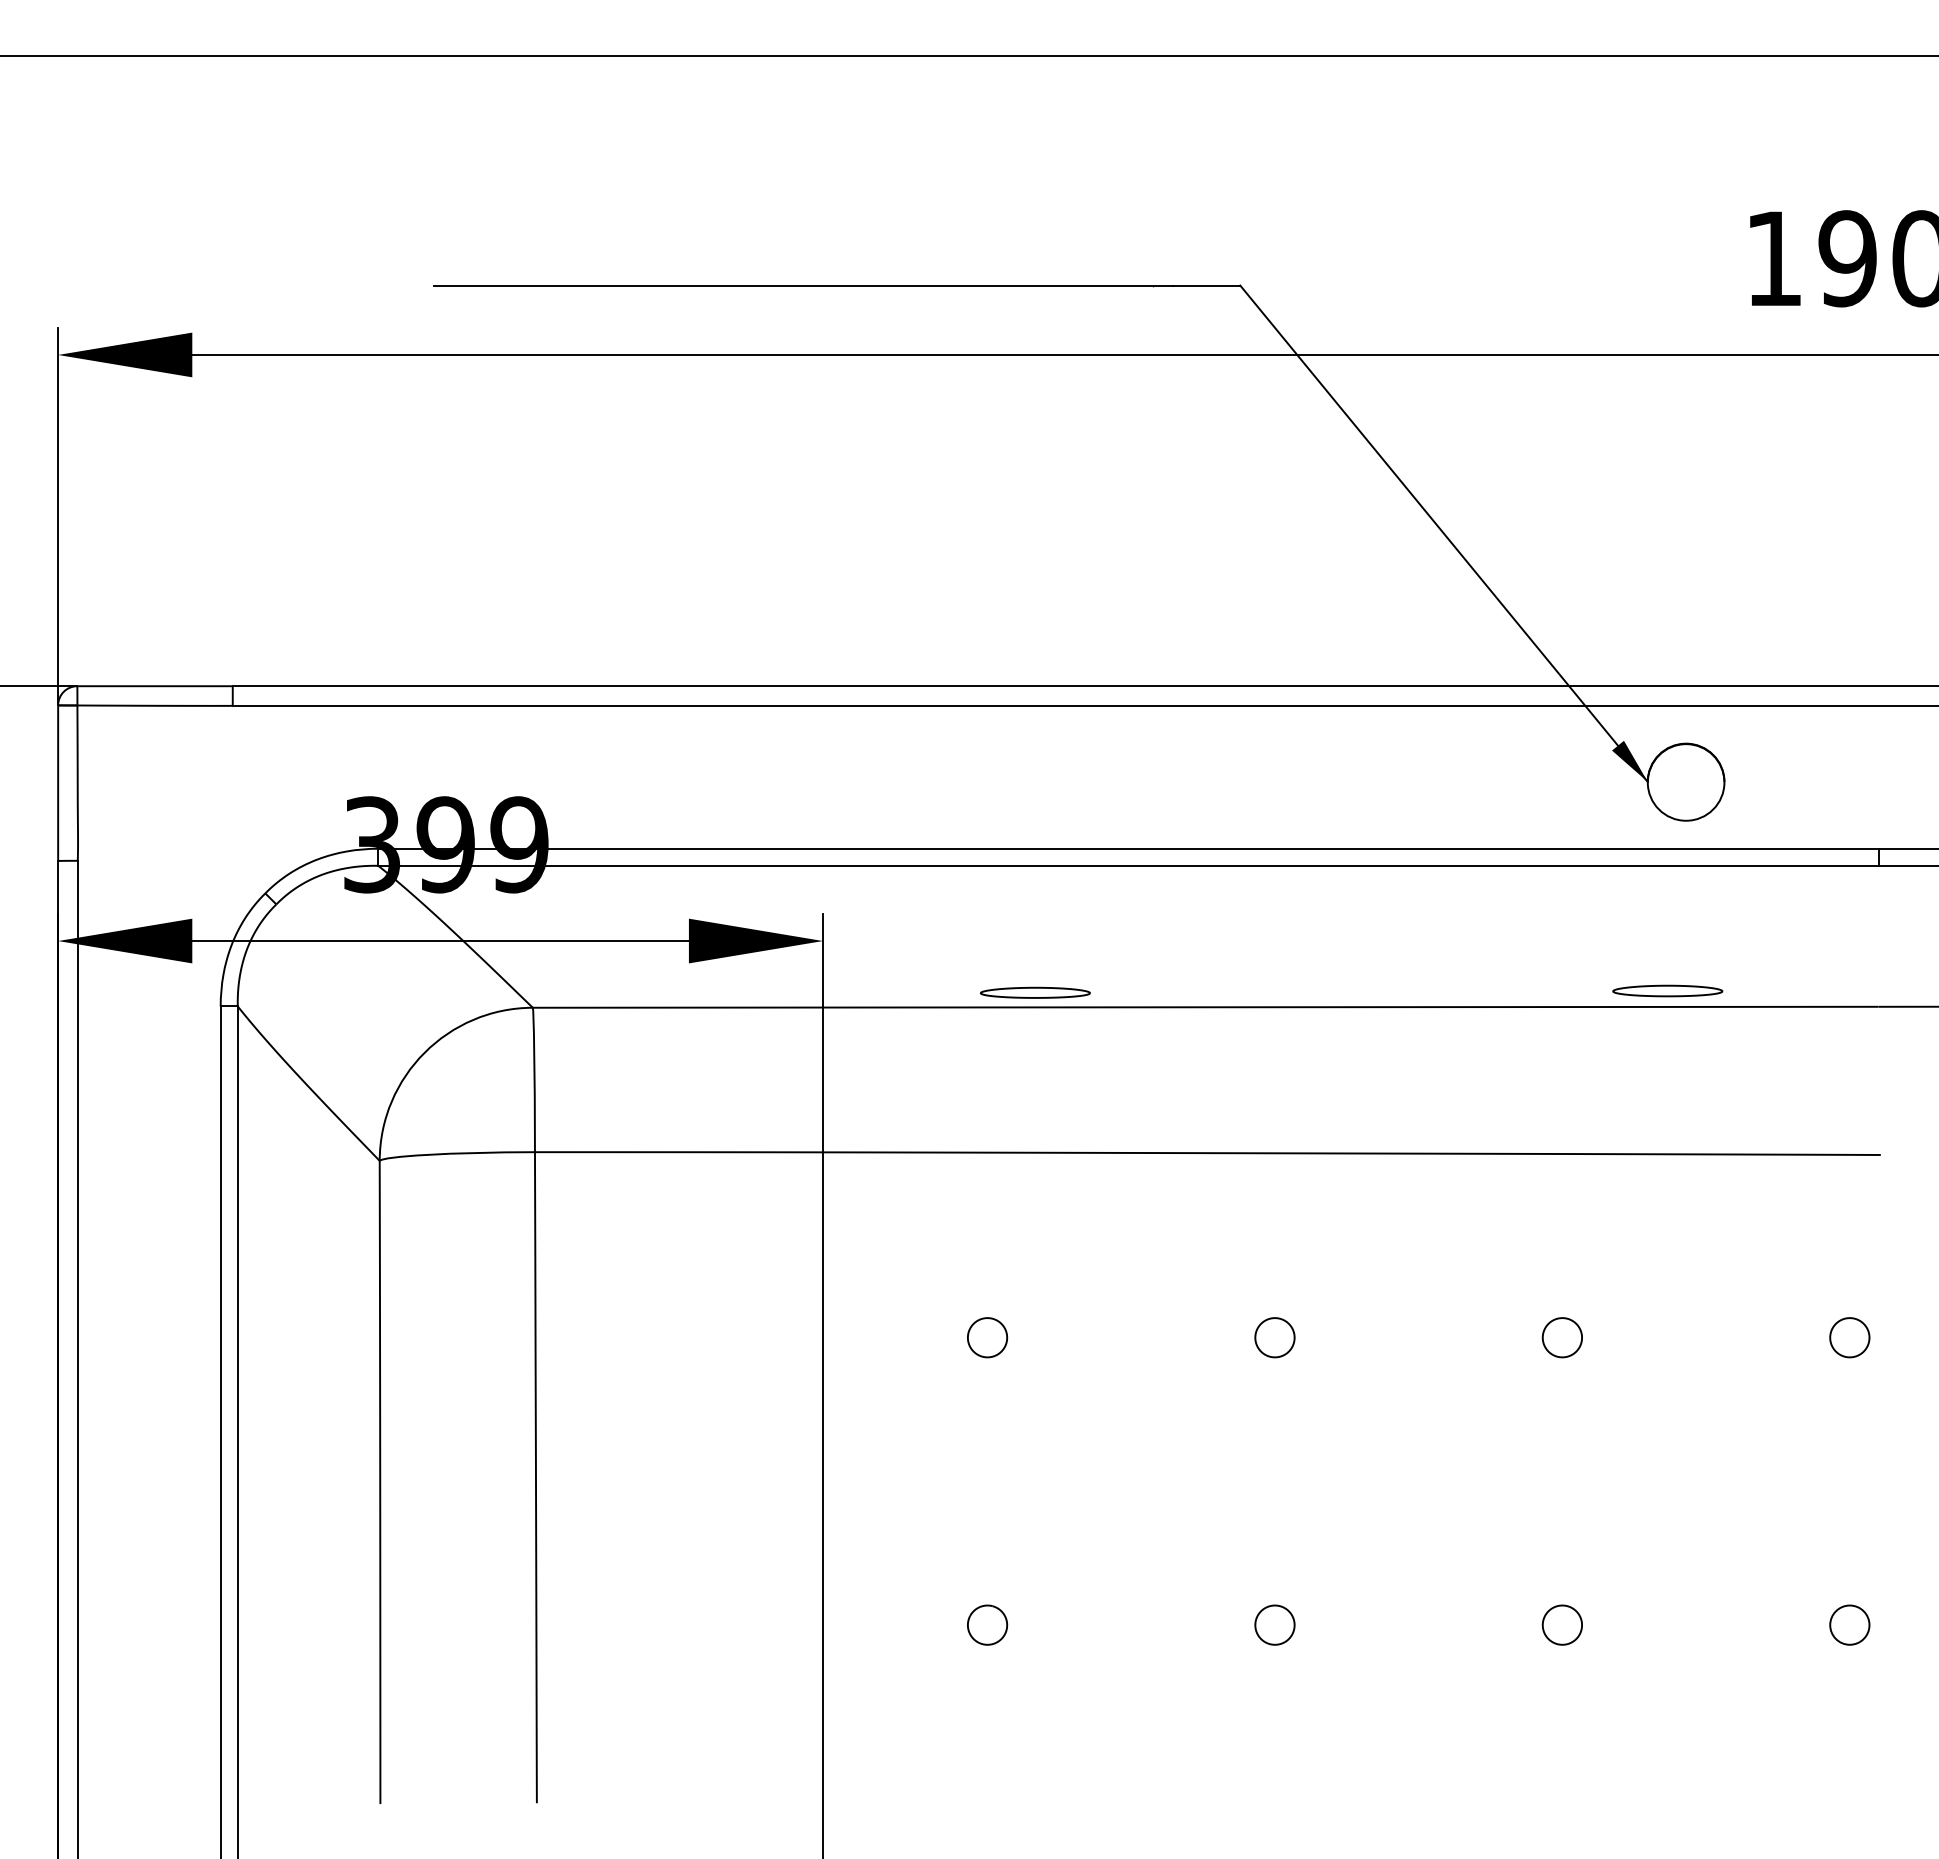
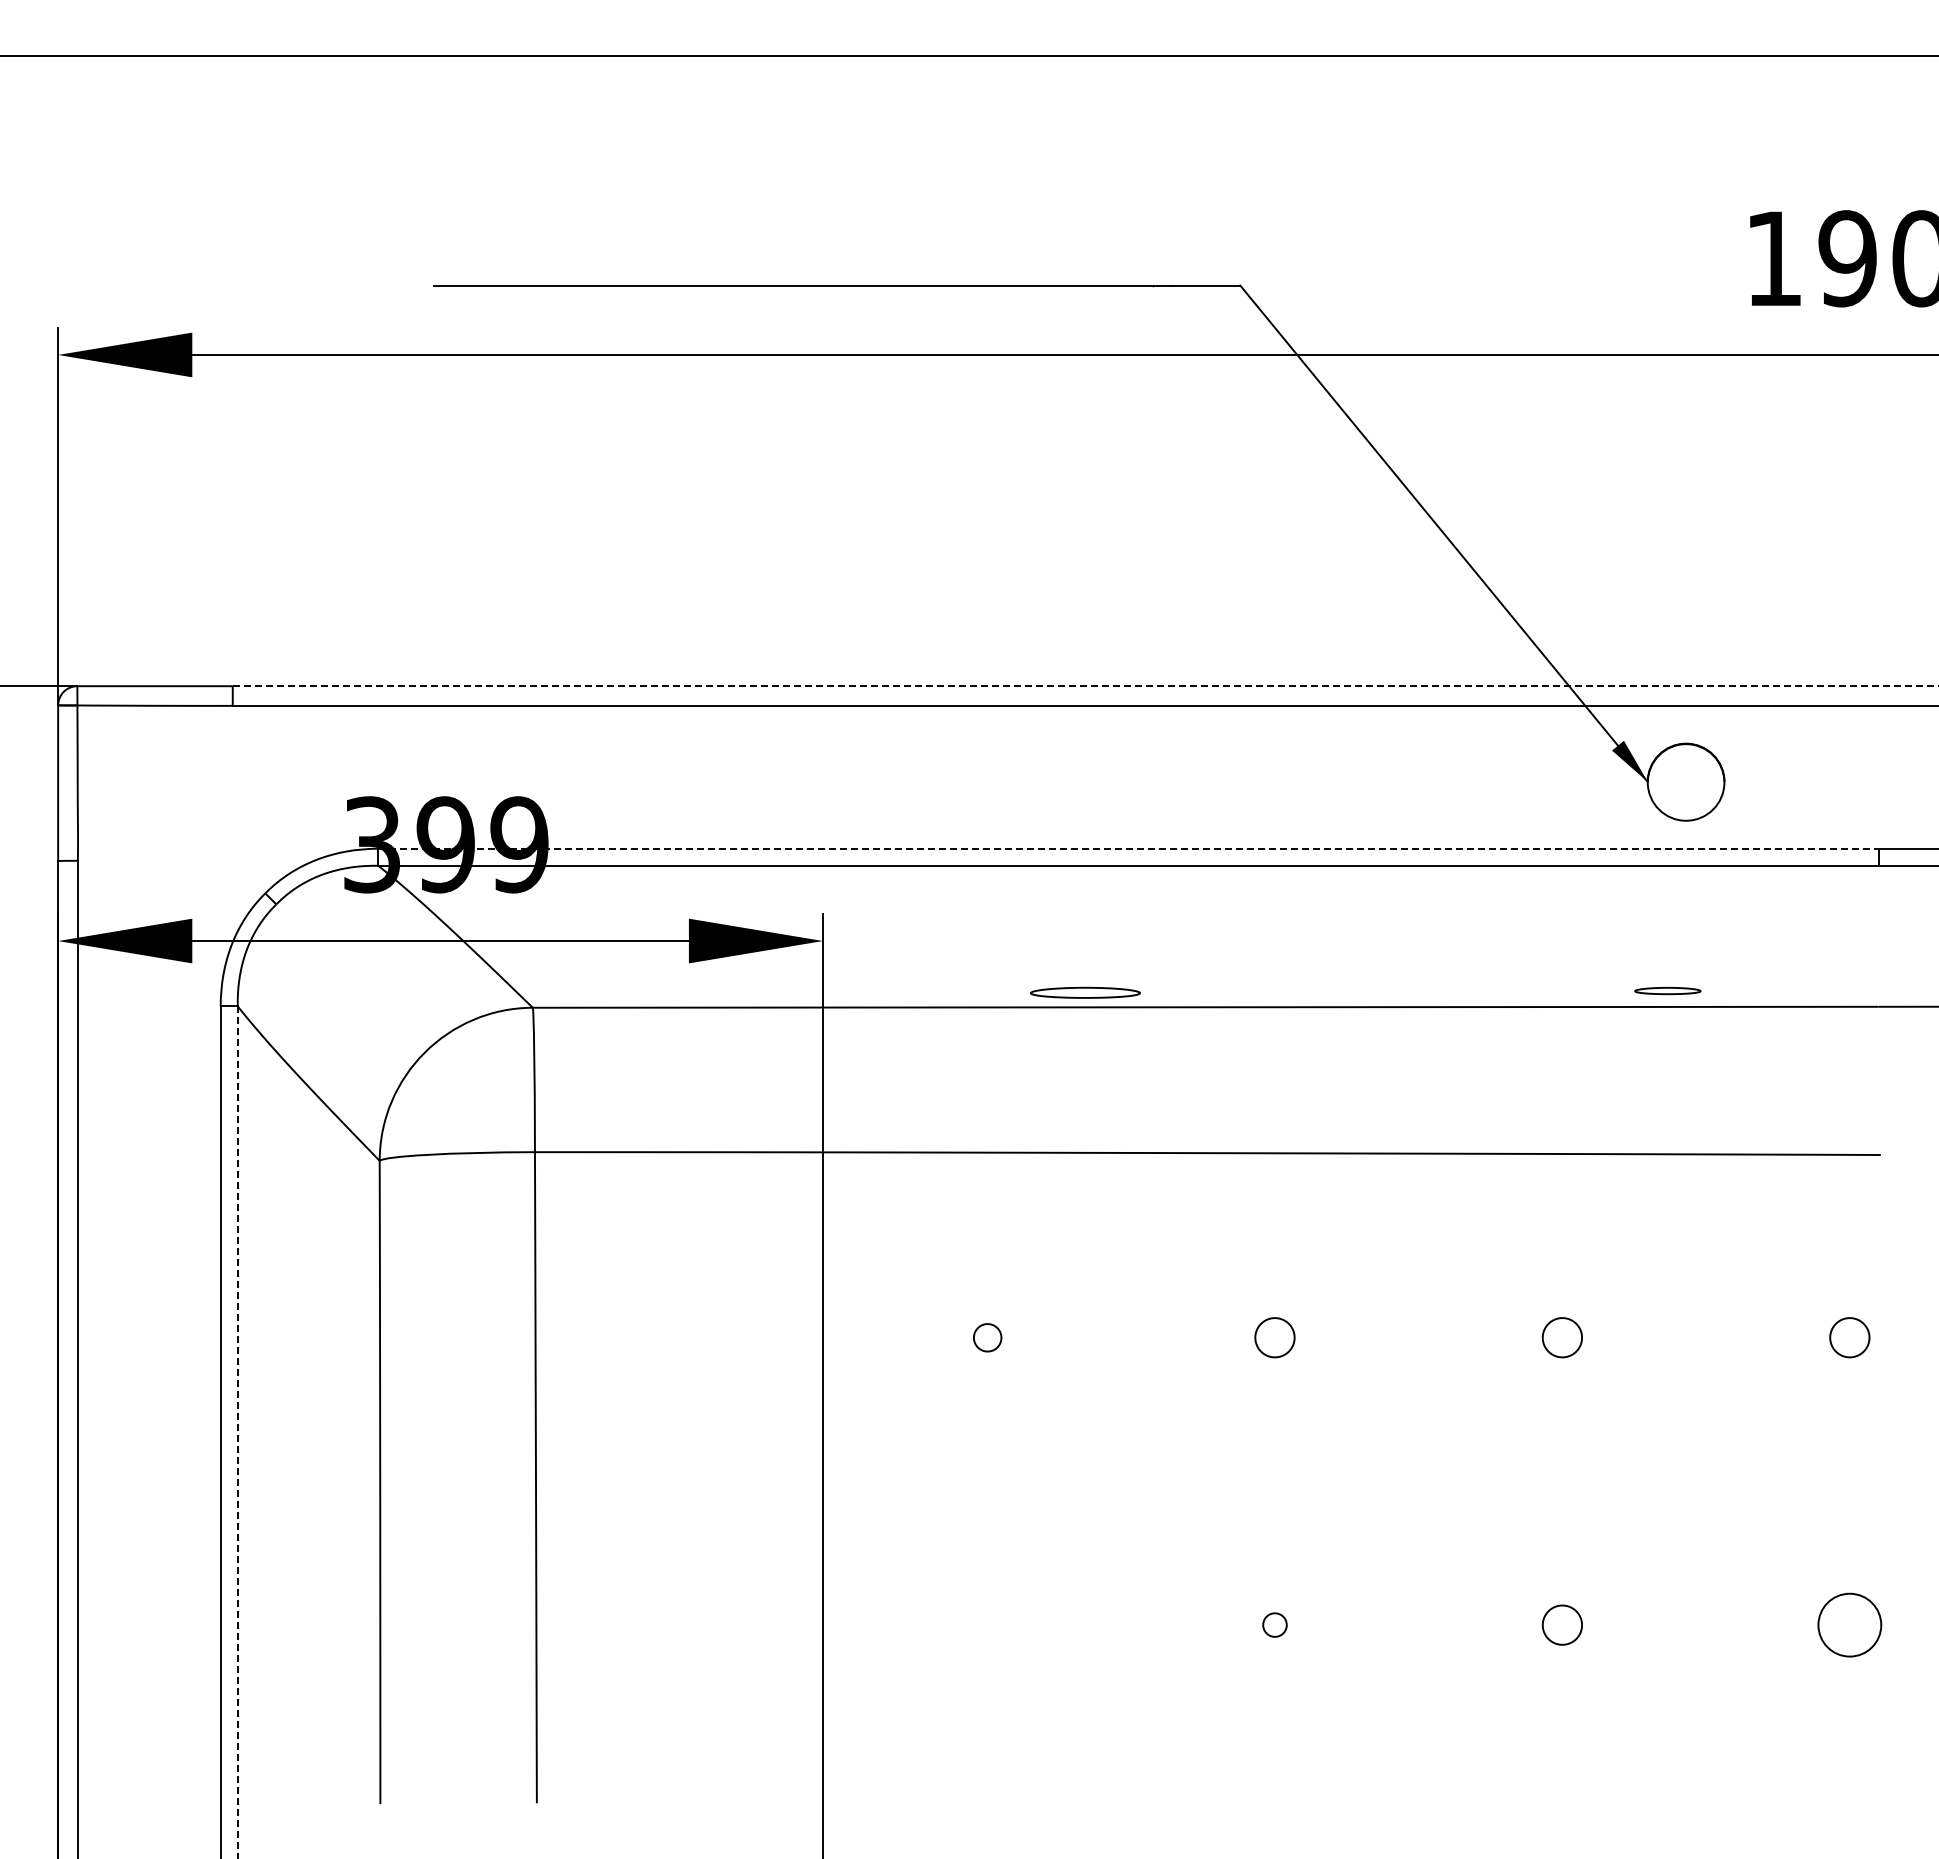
line at (1085, 686): solid -> dashed
line at (1128, 848): solid -> dashed
part at (1667, 990) size: 112x14 px -> 68x9 px
part at (1035, 992) position: (1035, 992) -> (1085, 992)
part at (987, 1337) size: 42x42 px -> 30x30 px
line at (237, 1432): solid -> dashed
part at (987, 1624): present -> none
part at (1274, 1624) size: 42x42 px -> 26x26 px
circle at (1849, 1624) diameter: 39 px -> 63 px
